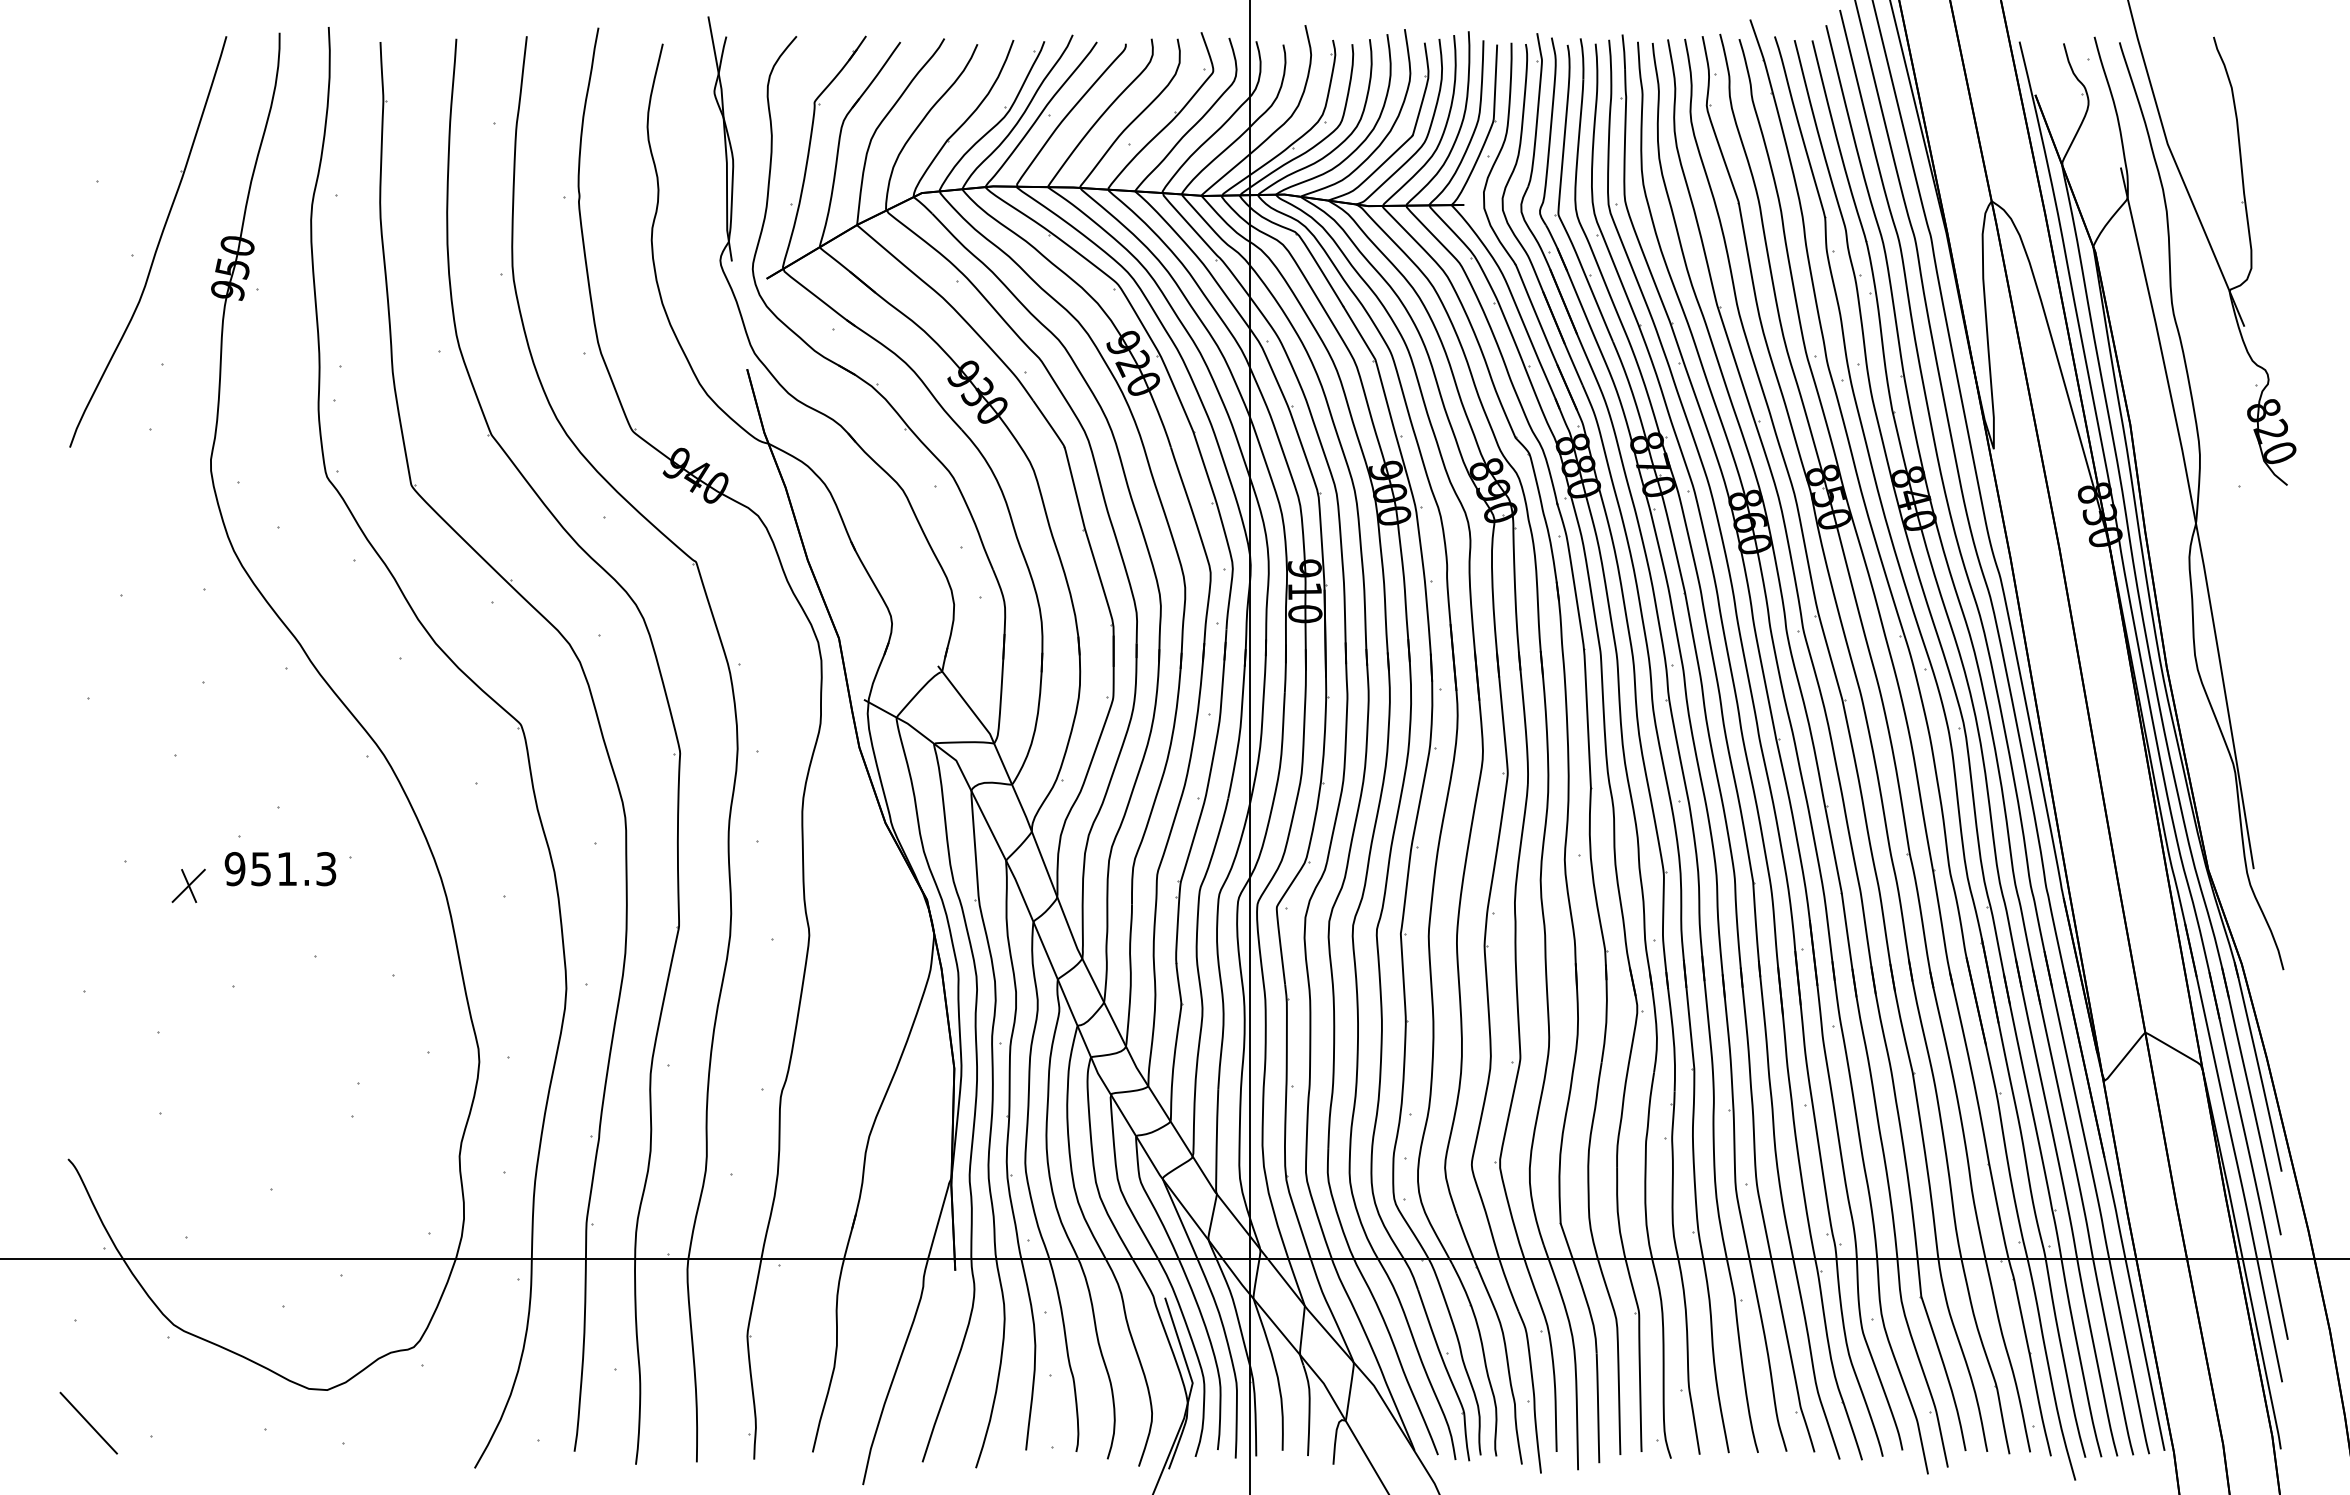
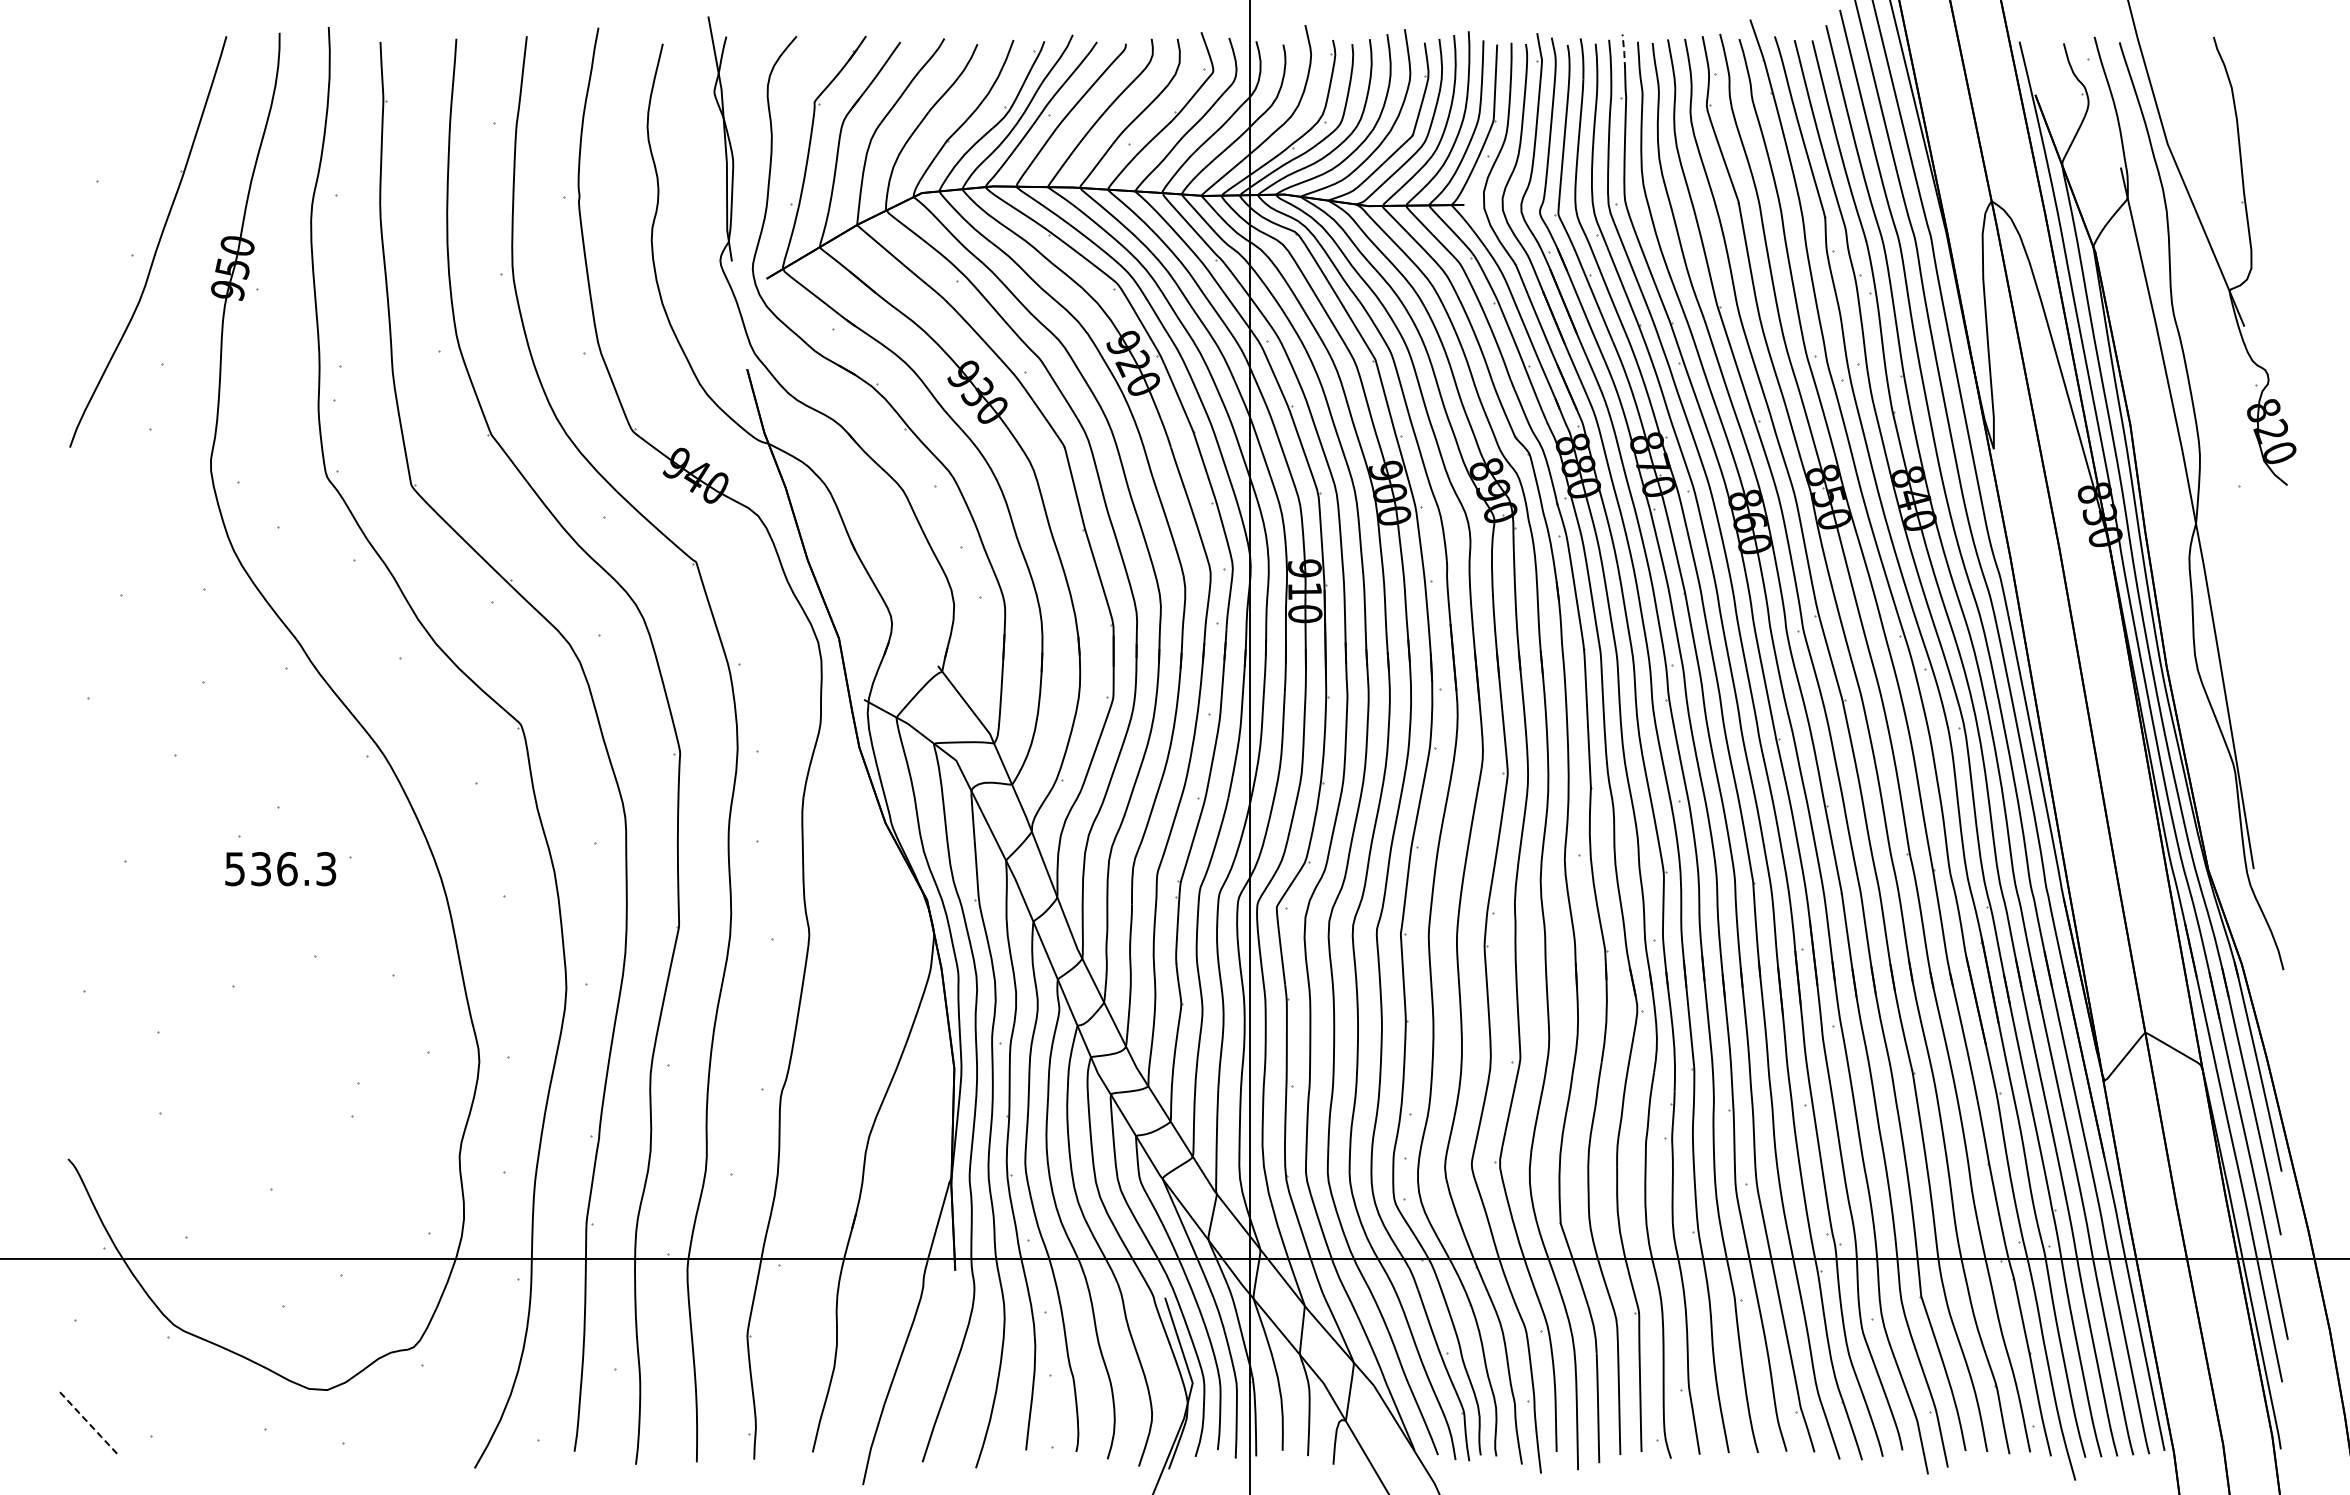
line at (1624, 52): solid -> dashed
text at (260, 869): 951.3 -> 536.3
part at (188, 885): present -> none
line at (89, 1424): solid -> dashed
